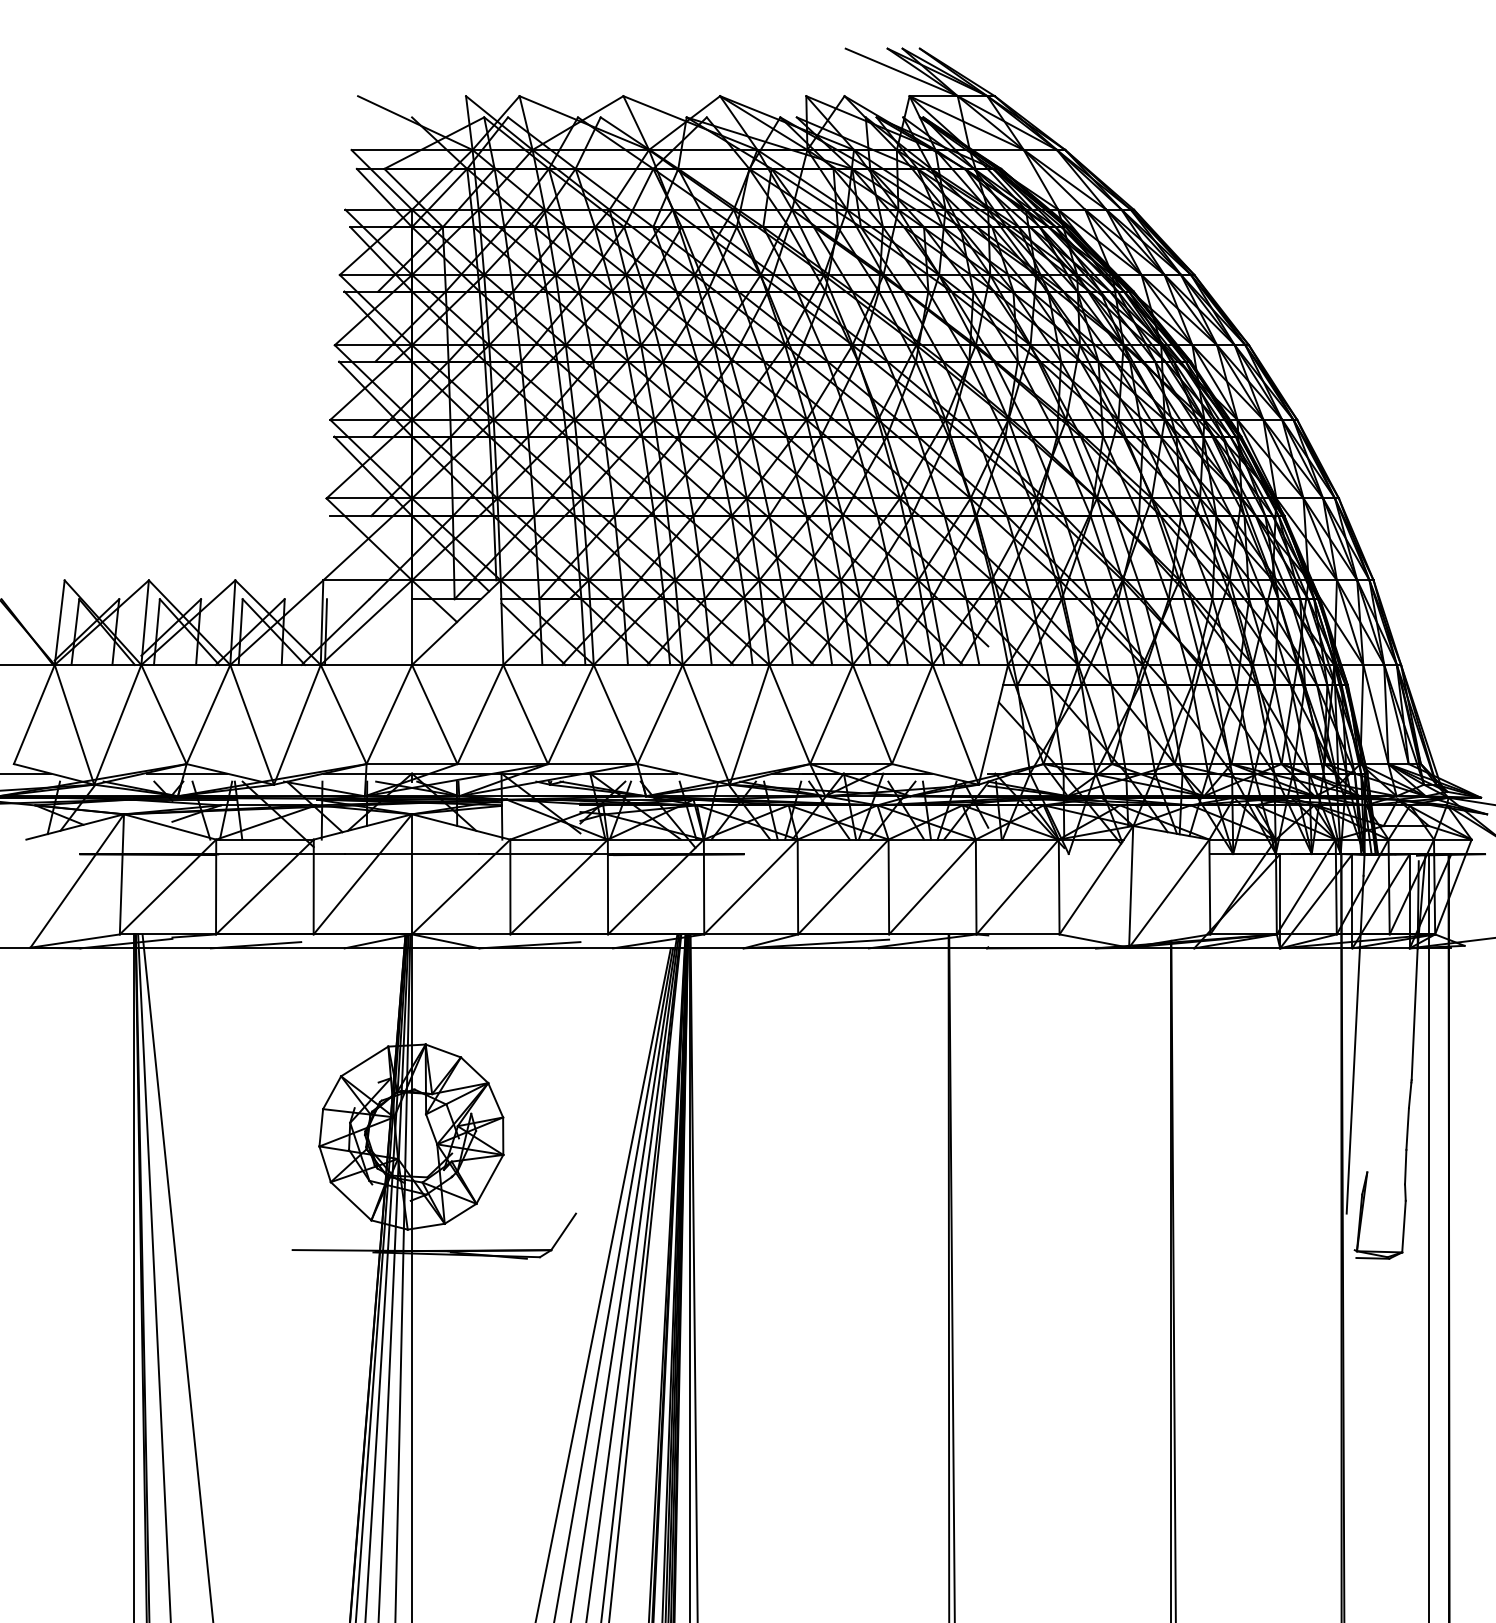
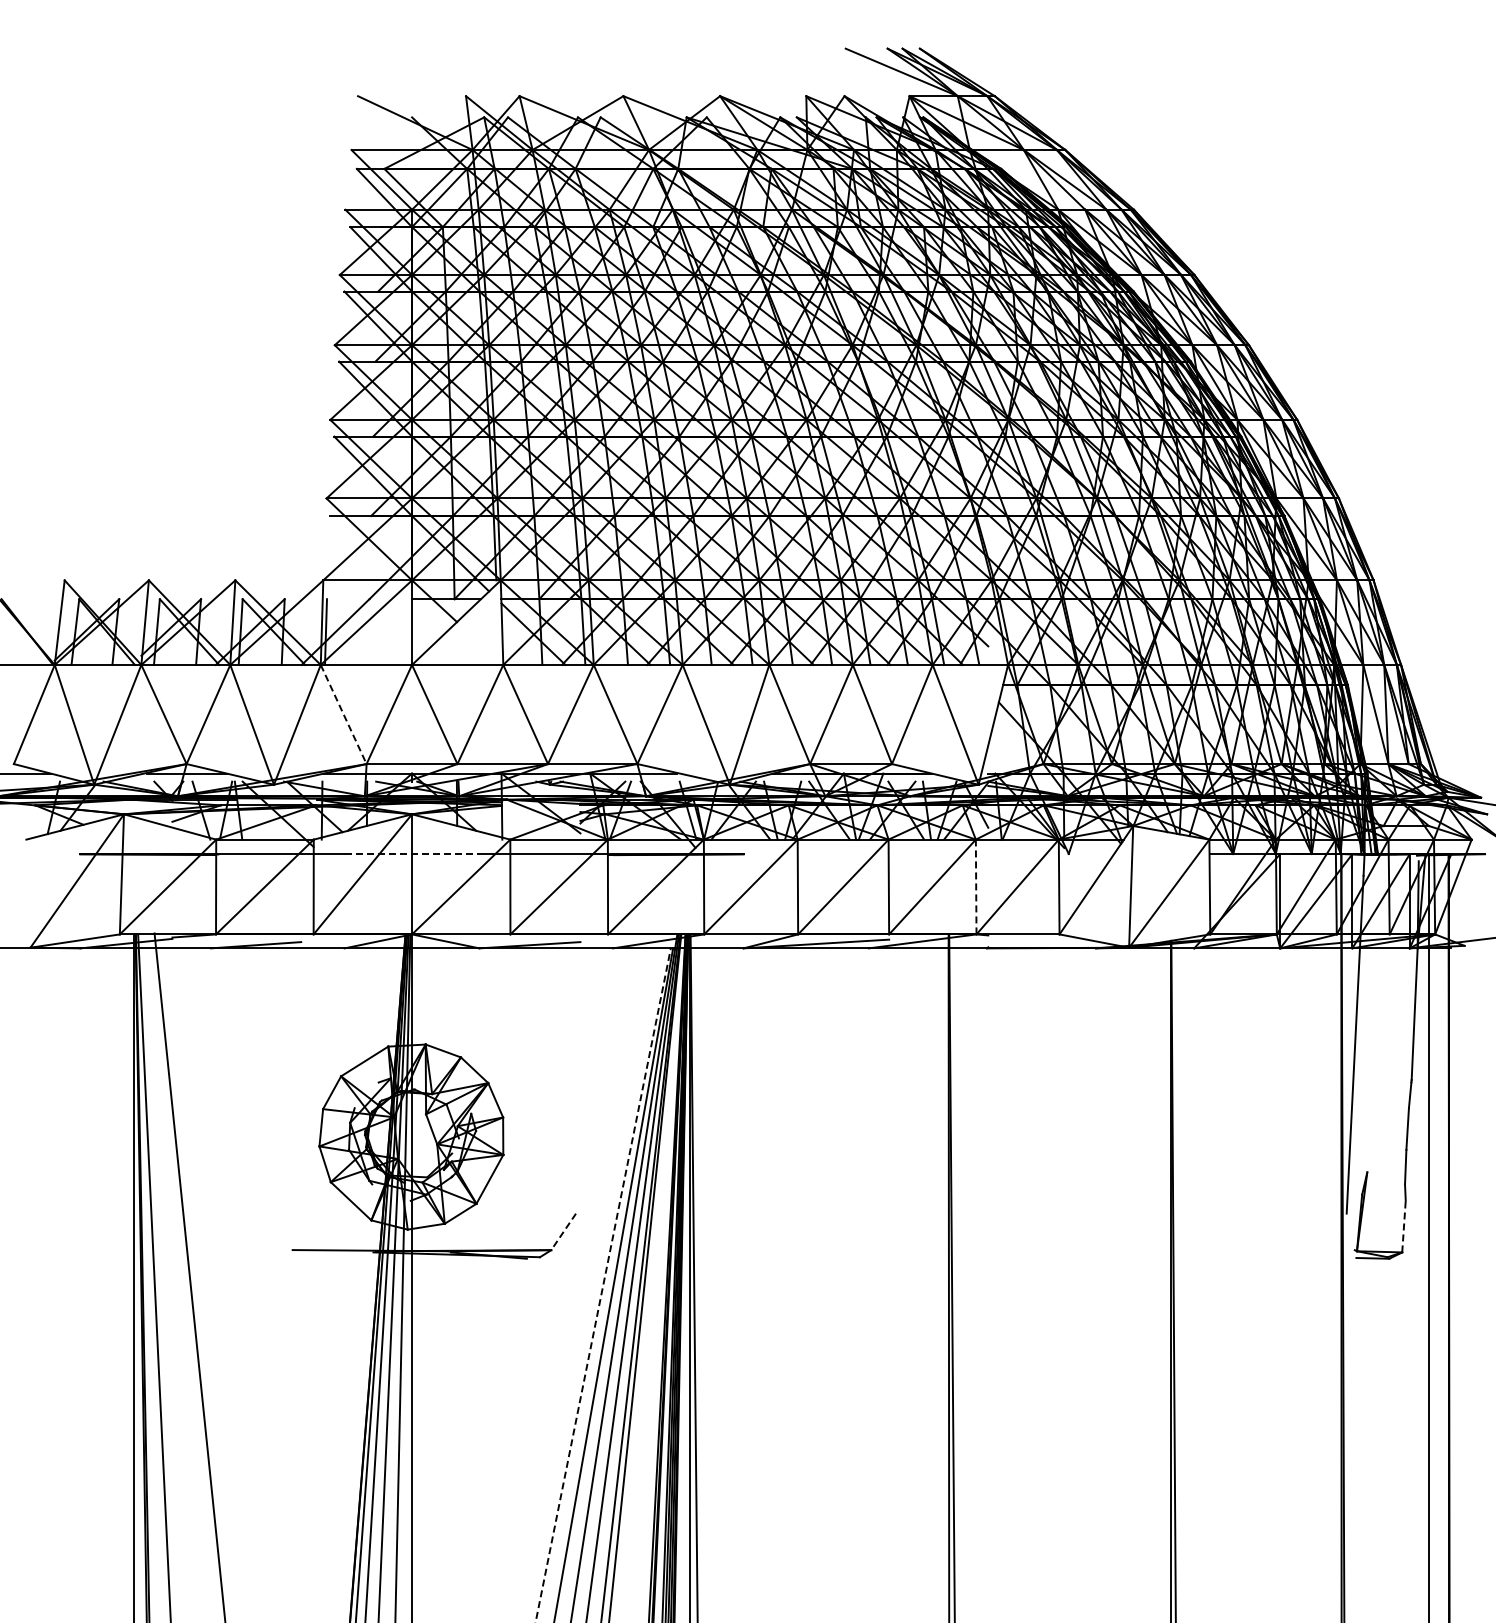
line at (343, 714): solid -> dashed
line at (412, 854): solid -> dashed
line at (976, 886): solid -> dashed
line at (1403, 1226): solid -> dashed
line at (563, 1232): solid -> dashed
line at (177, 1276) position: (177, 1276) -> (189, 1276)
line at (603, 1285): solid -> dashed
